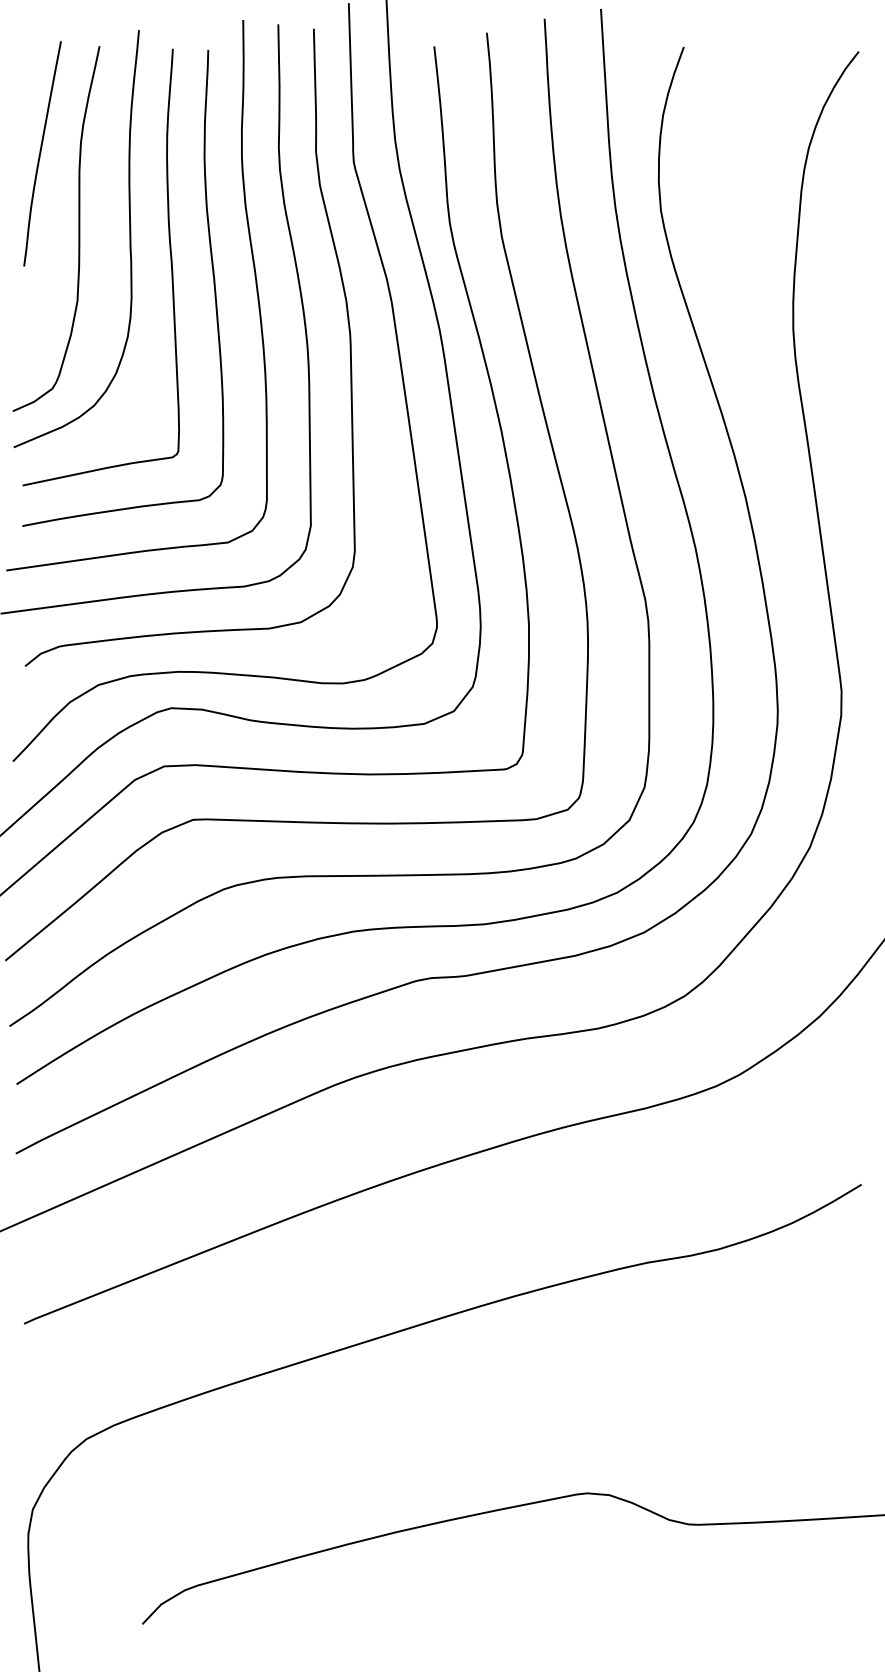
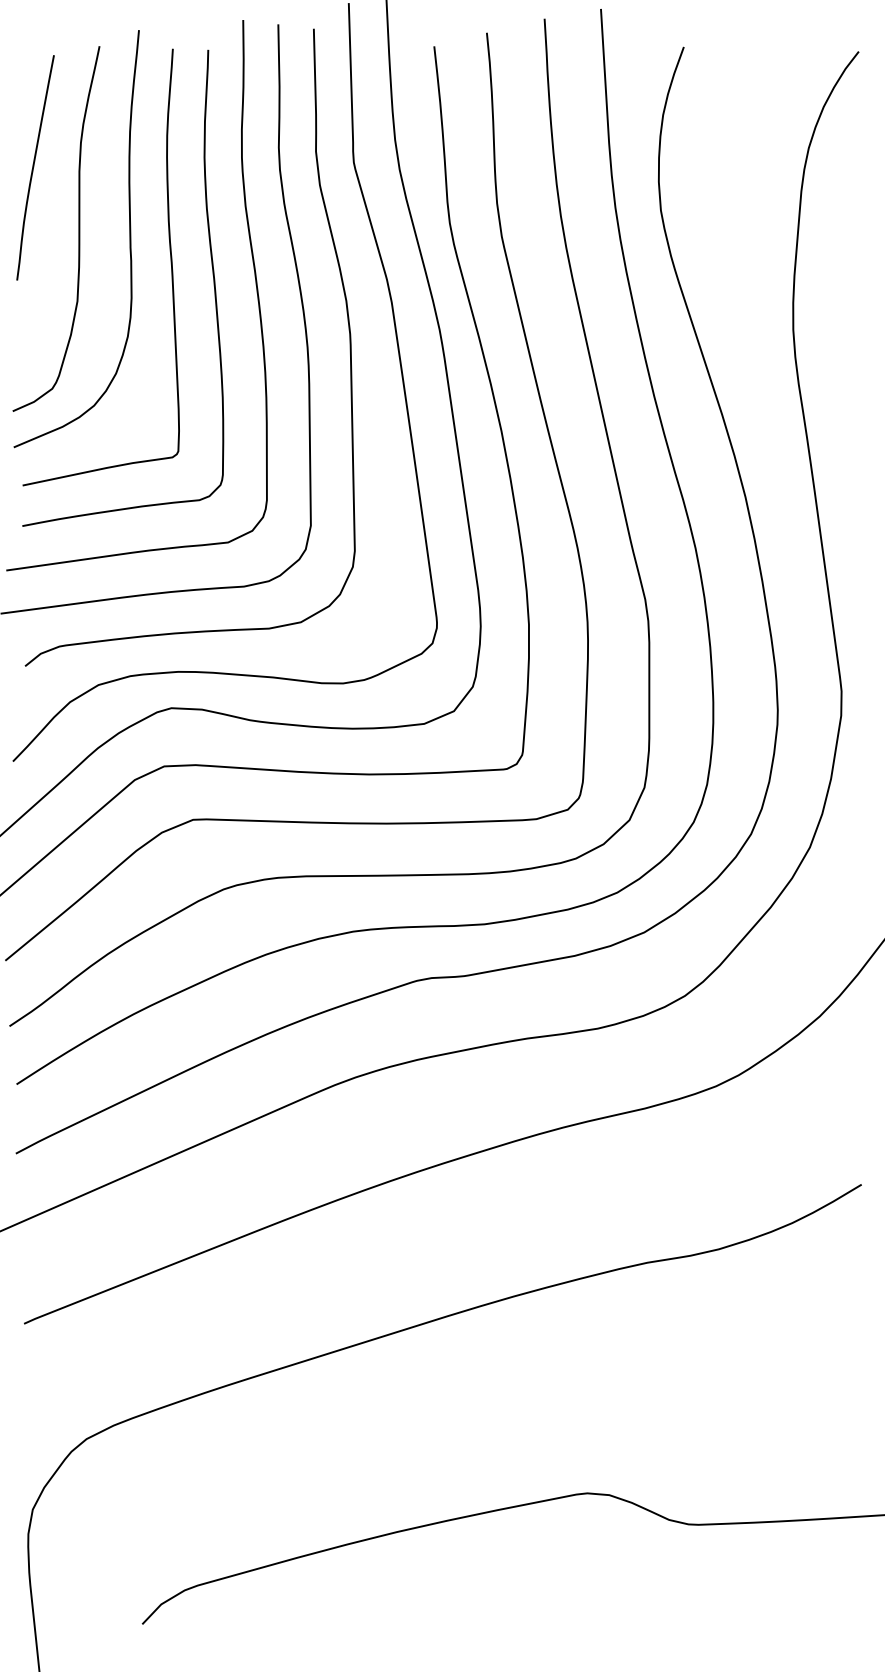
curve at (41, 153) position: (41, 153) -> (34, 167)
